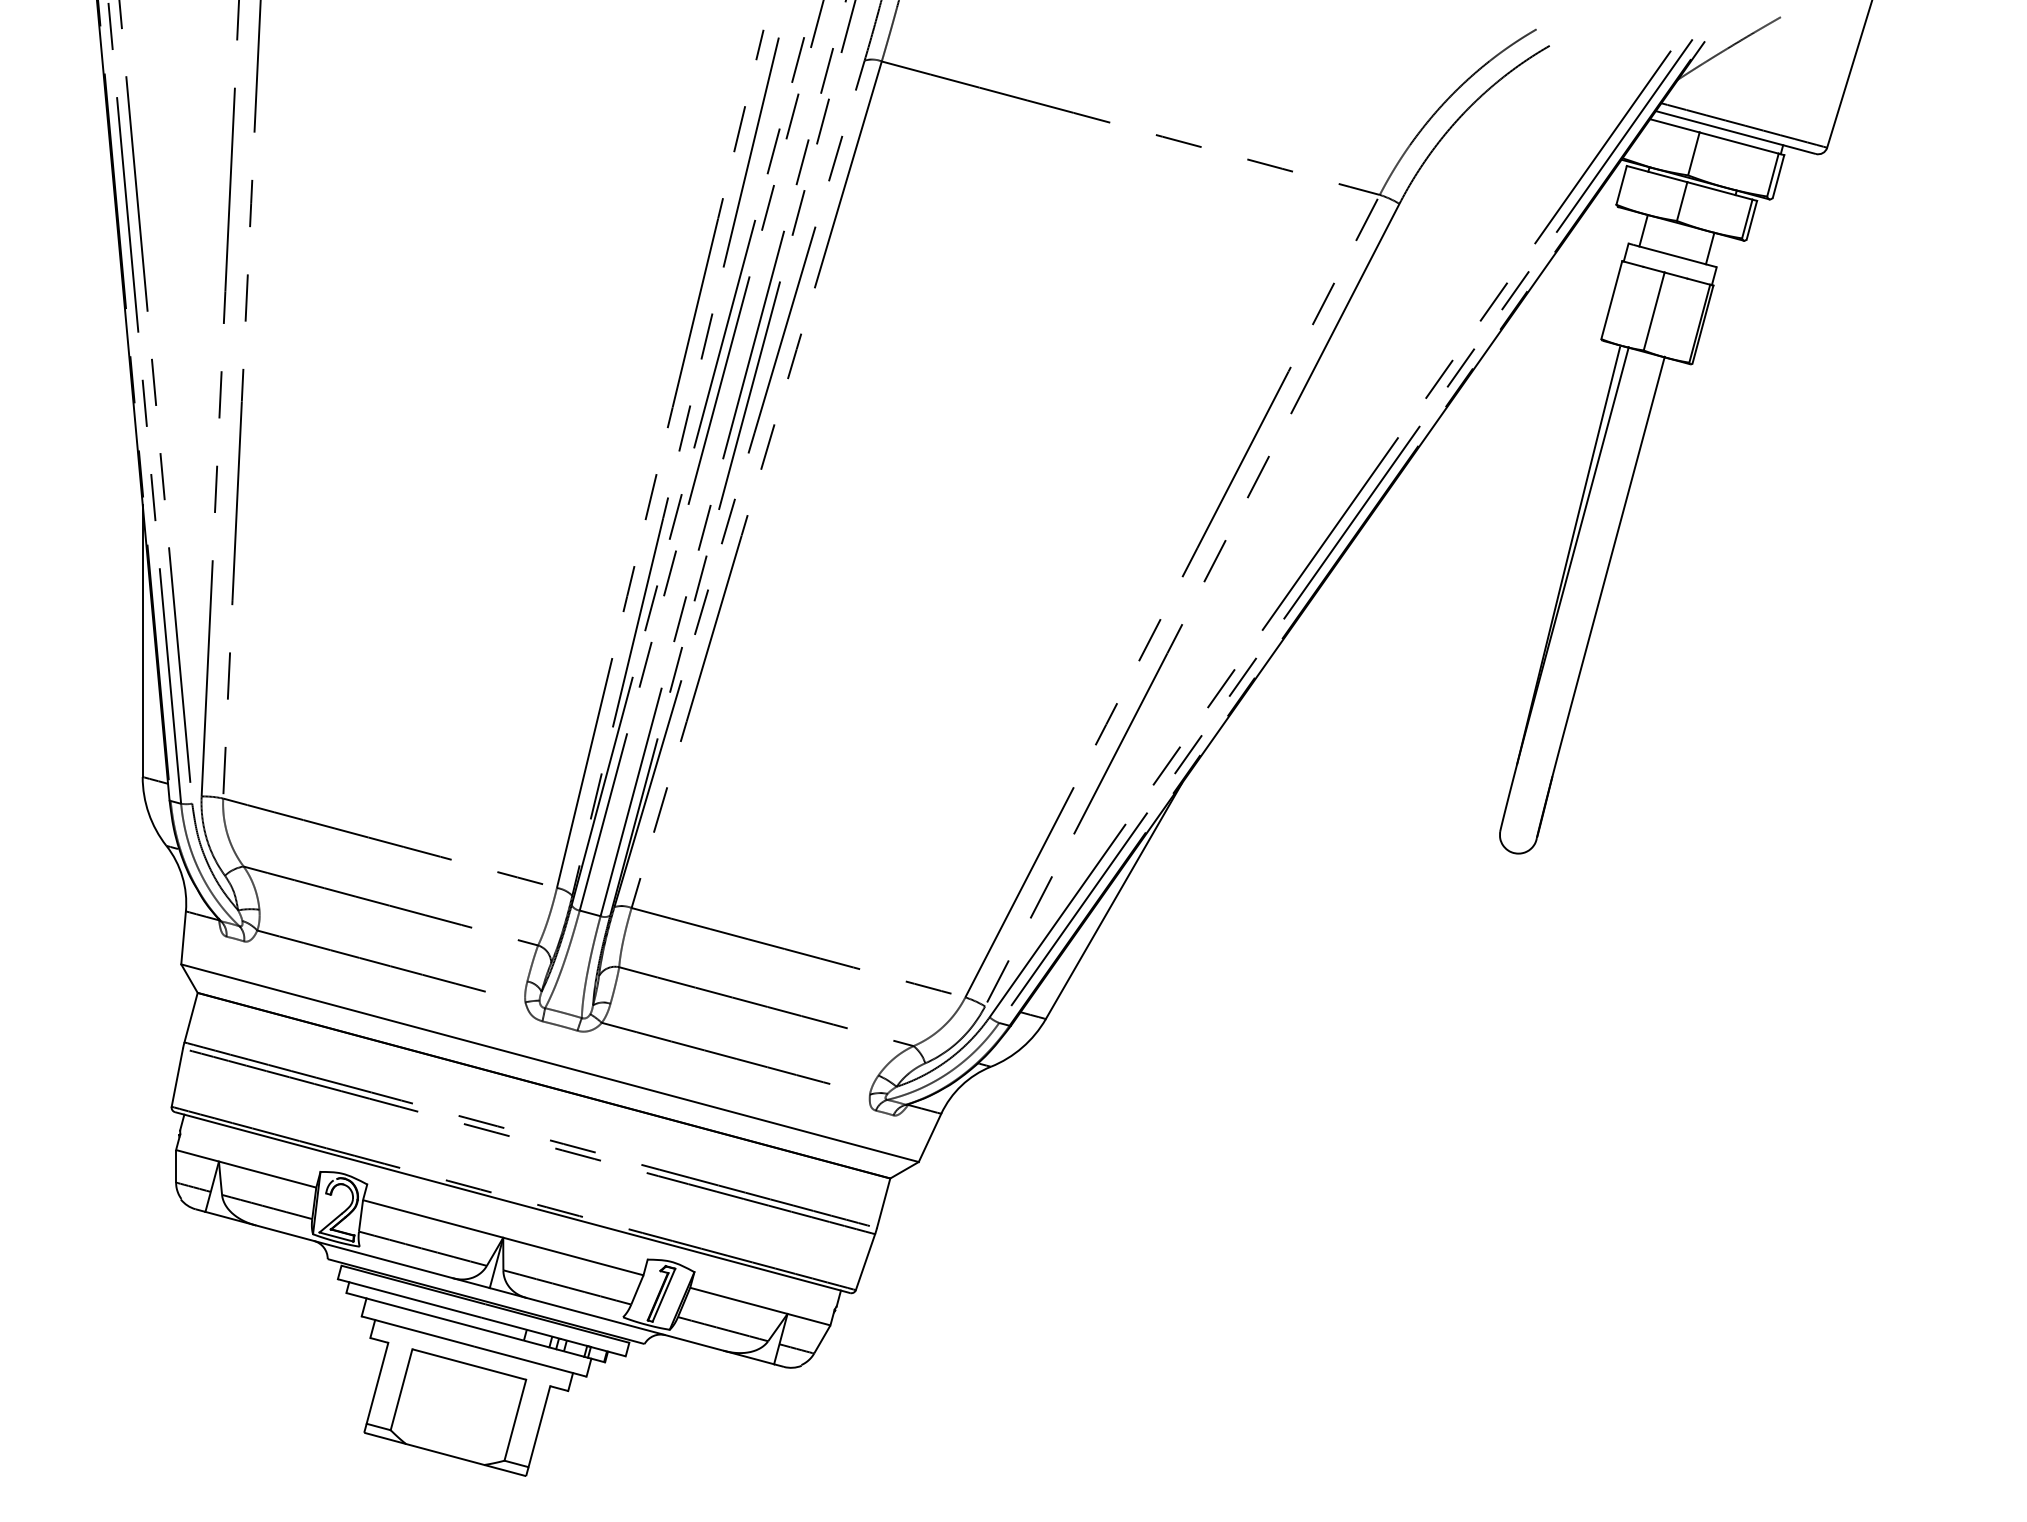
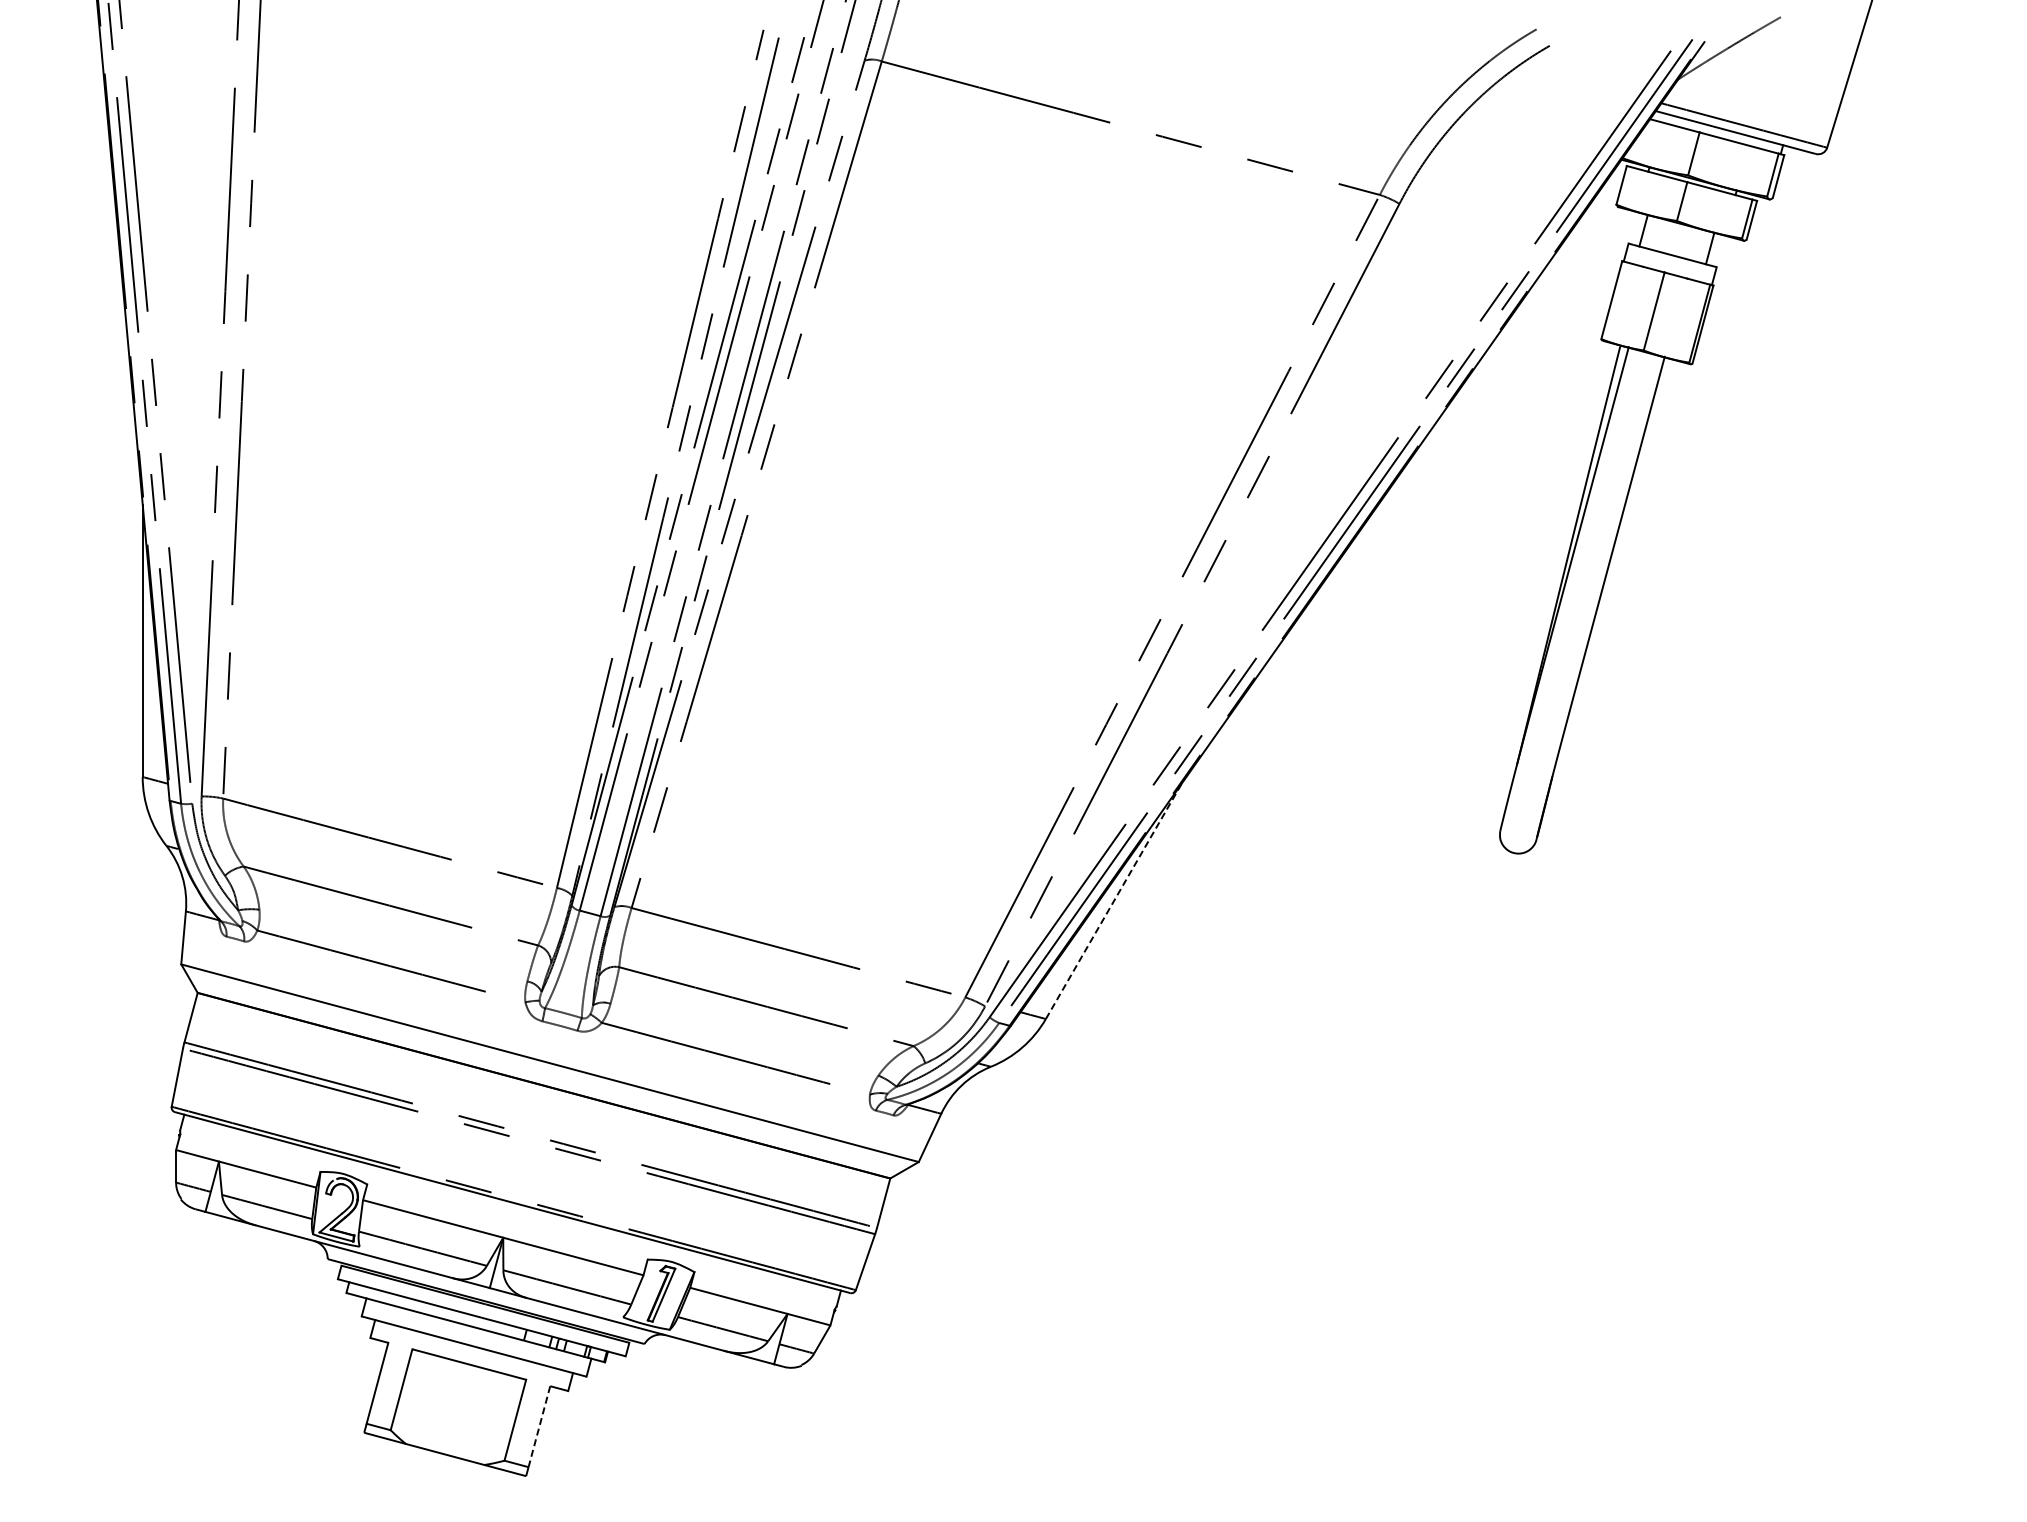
line at (1114, 900): solid -> dashed
line at (539, 1426): solid -> dashed
